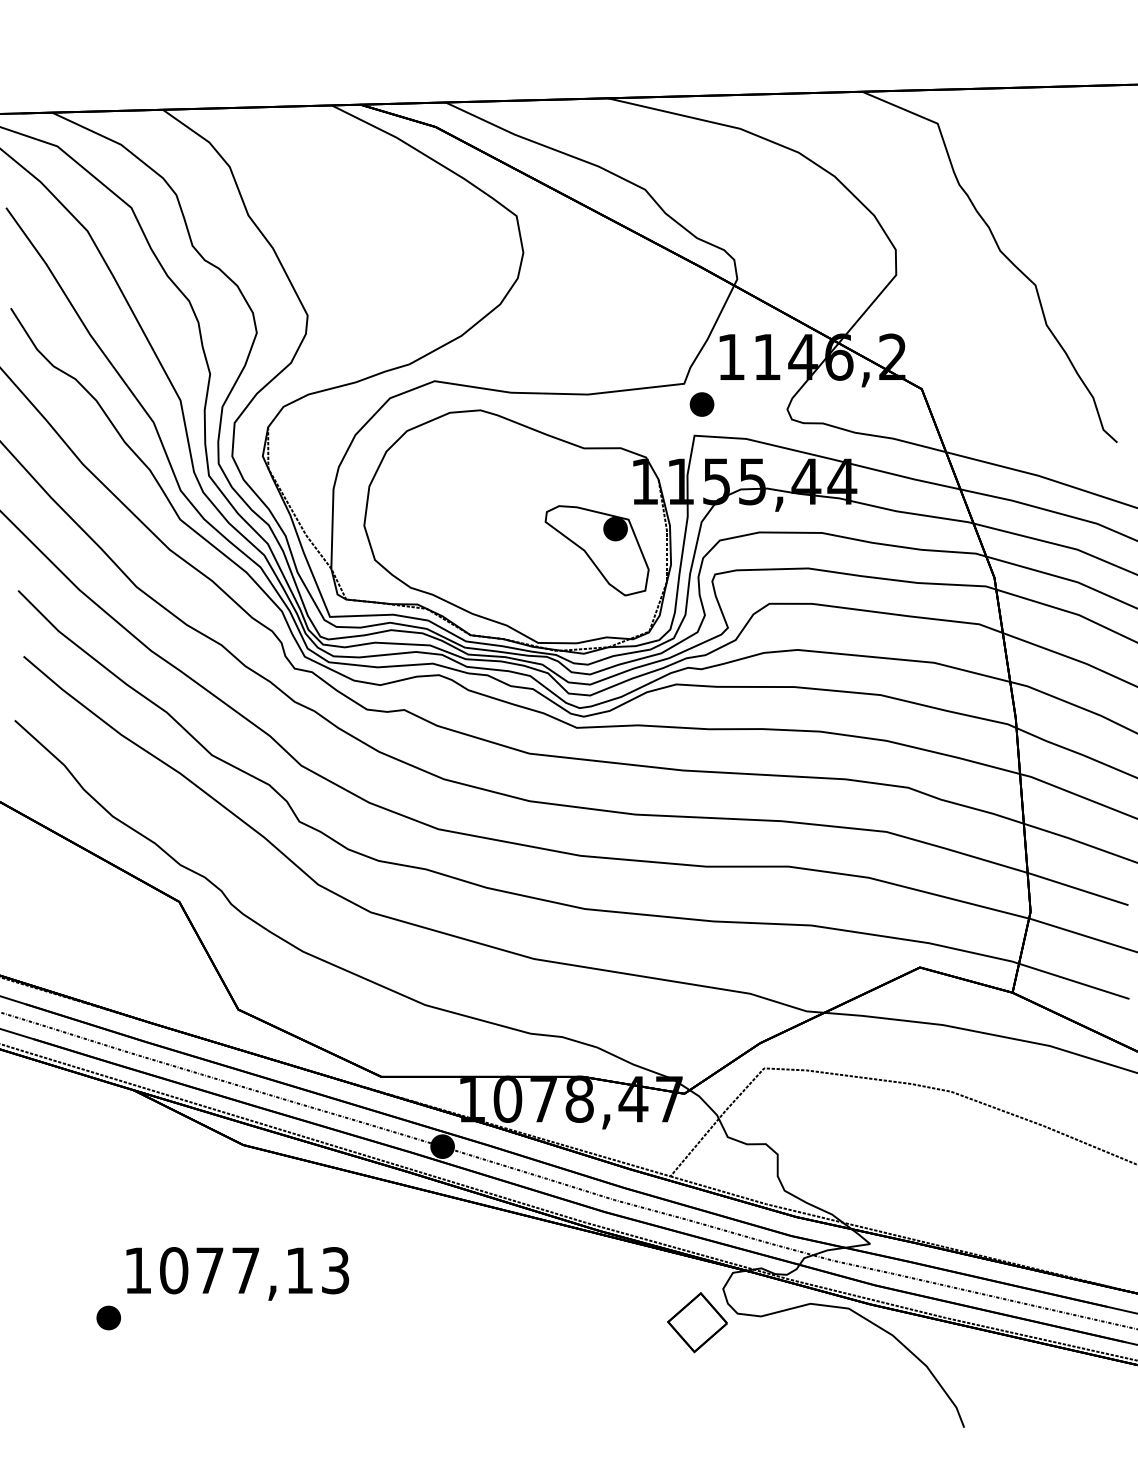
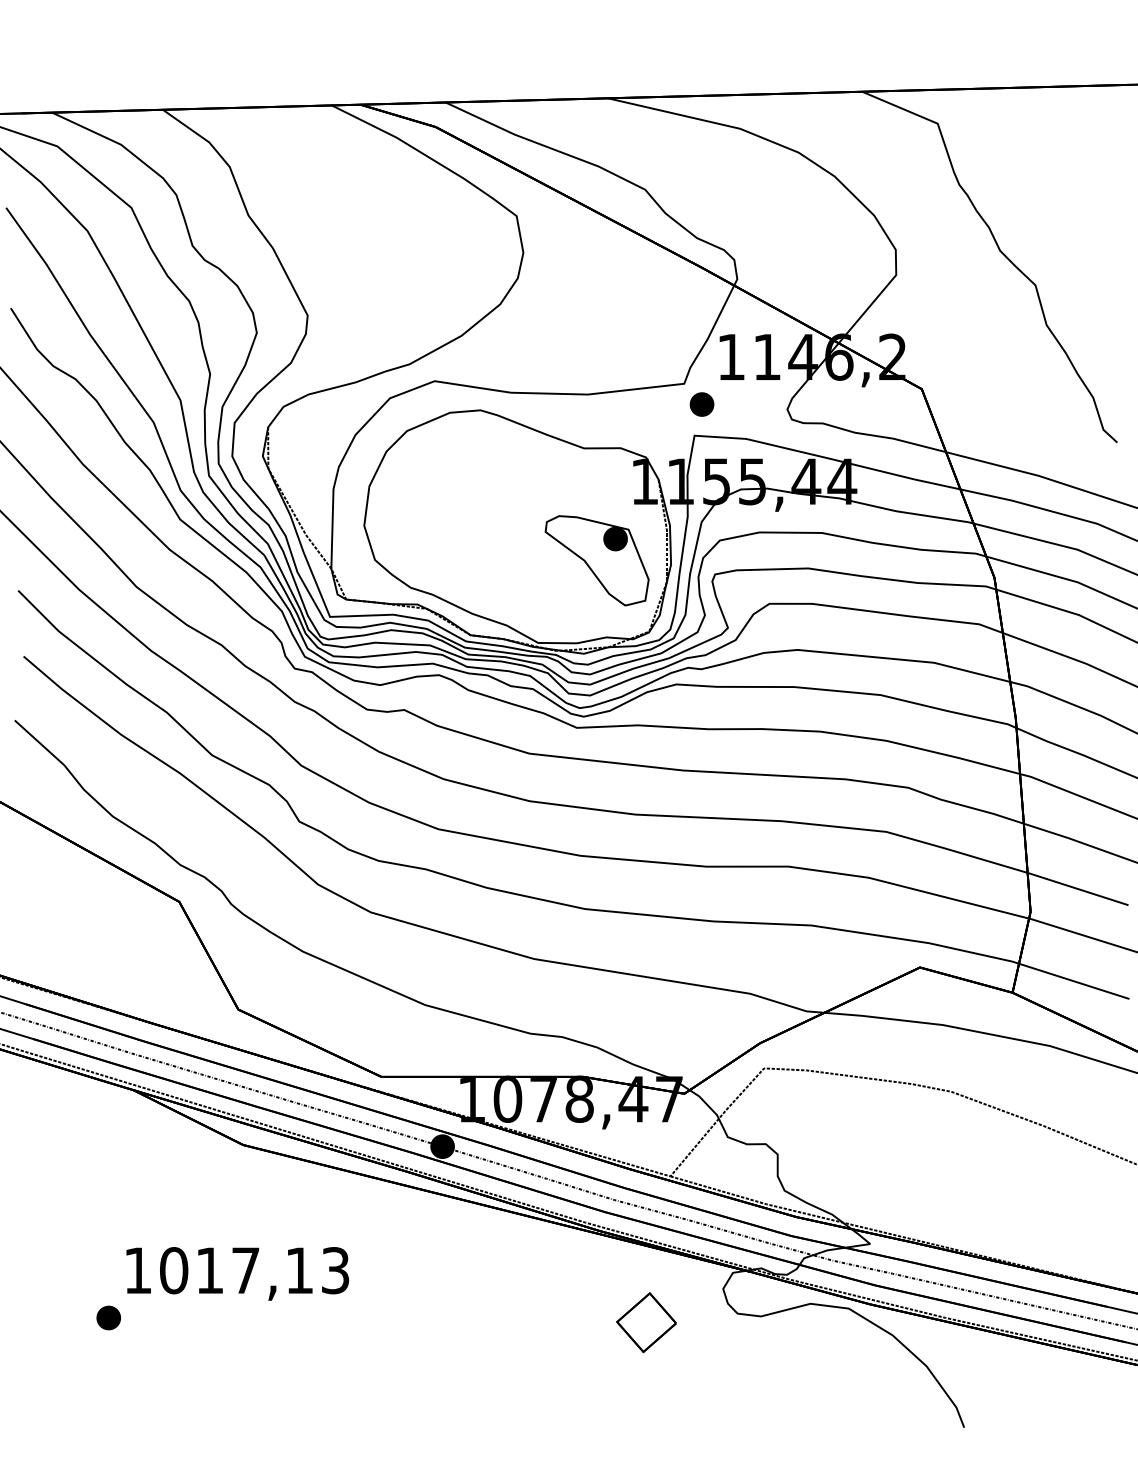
part at (596, 550) position: (596, 550) -> (596, 560)
text at (209, 1270): 1077,13 -> 1017,13
part at (697, 1322) position: (697, 1322) -> (646, 1322)
